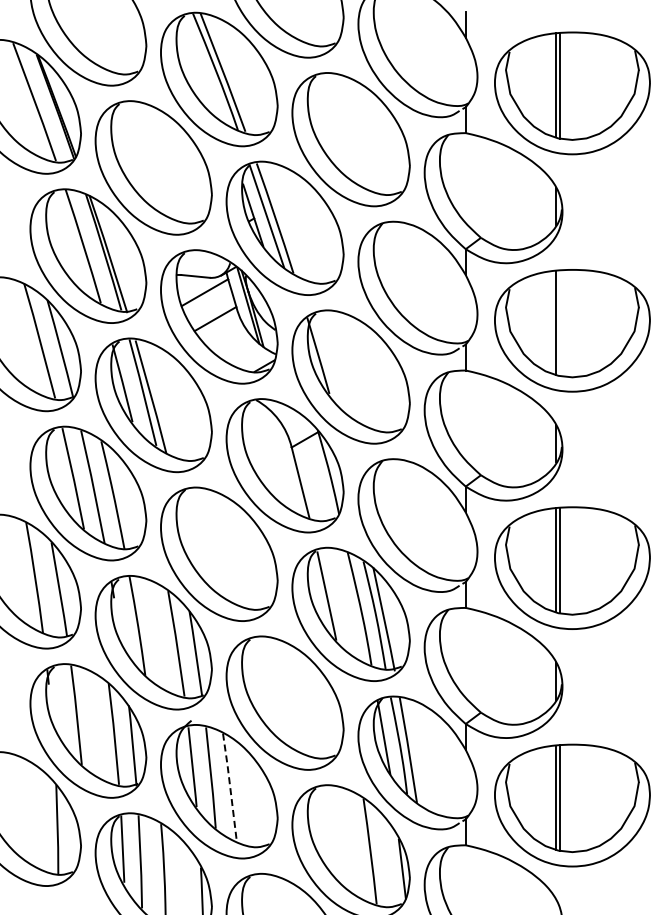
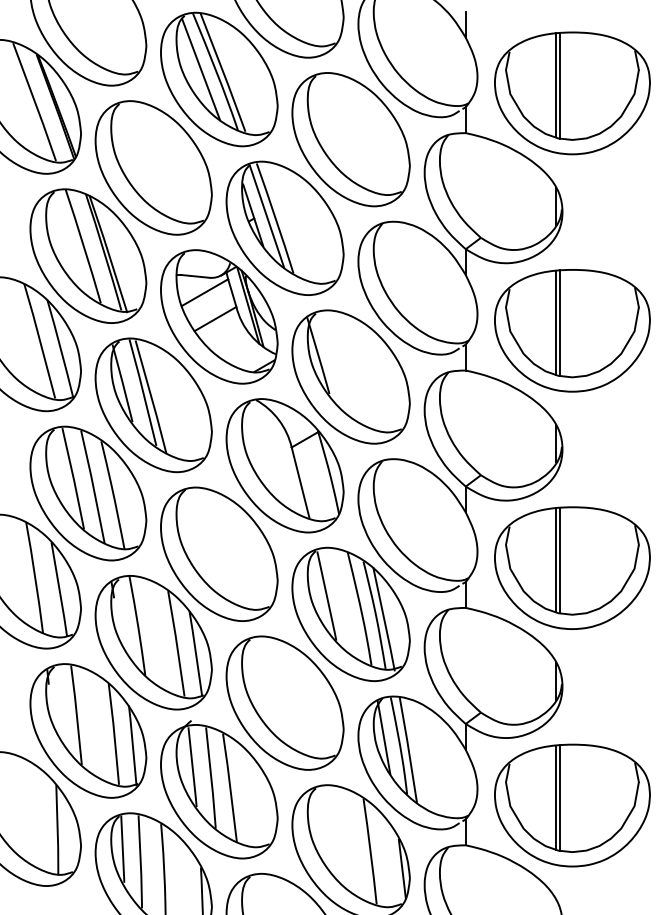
line at (200, 68): none -> present
line at (559, 323): none -> present
line at (230, 787): dashed -> solid
